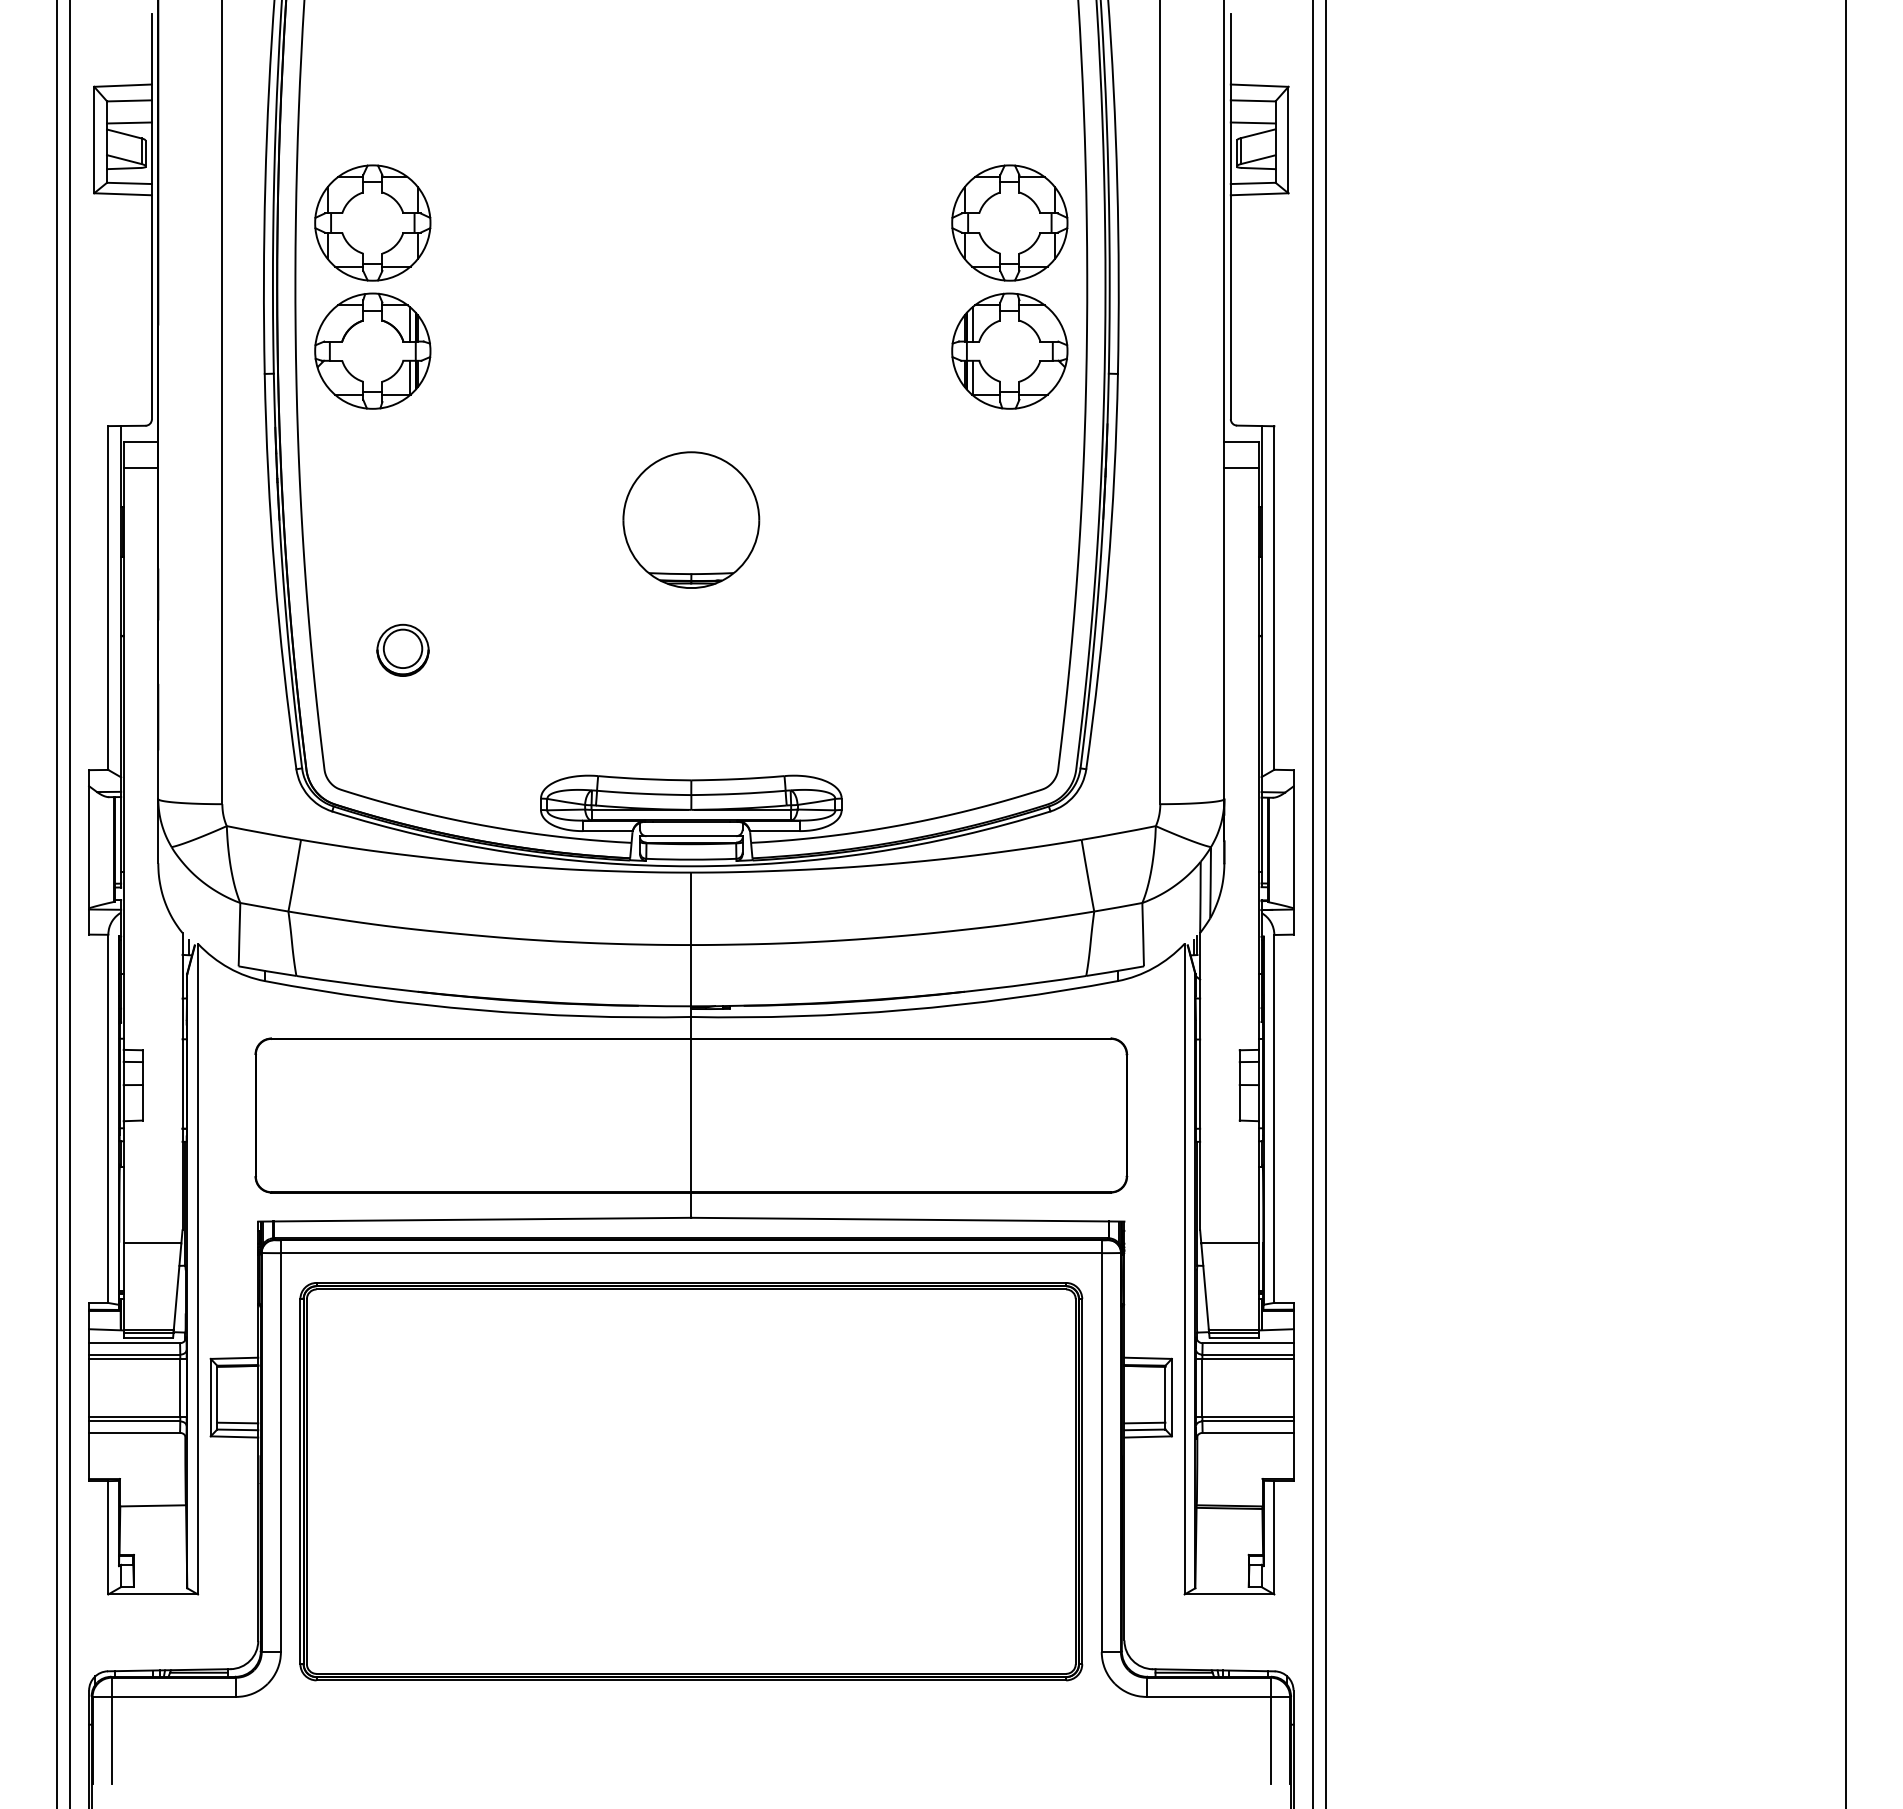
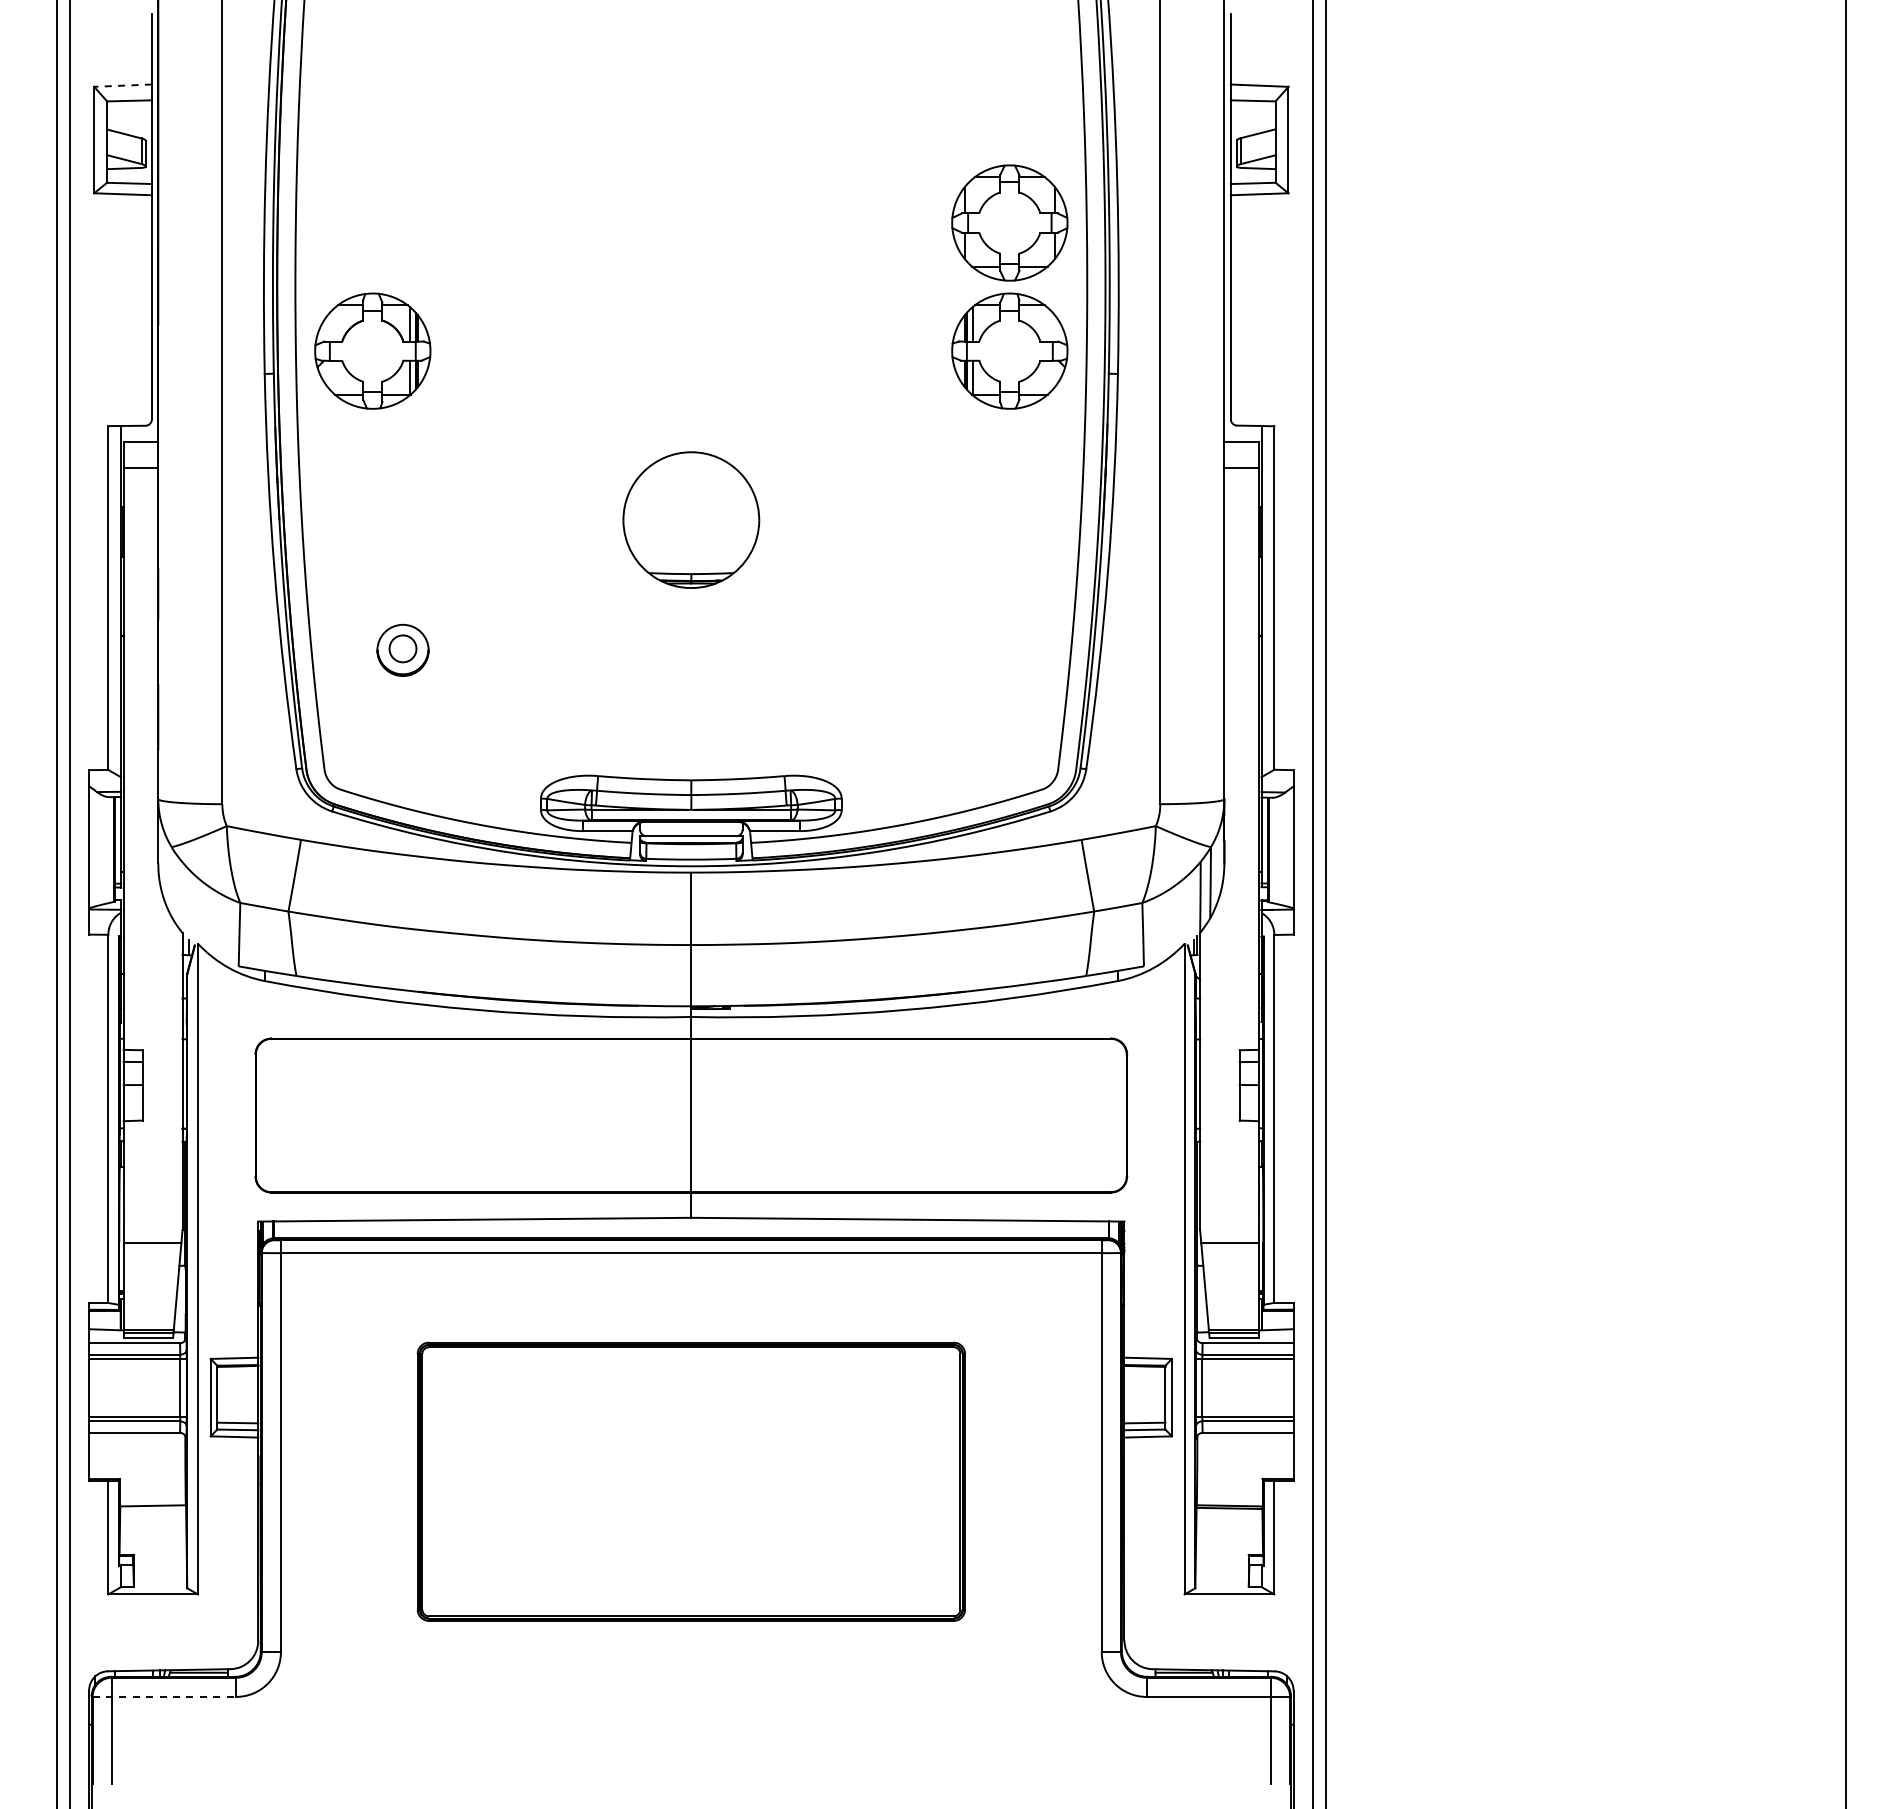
line at (123, 85): solid -> dashed
line at (129, 122): present -> none
line at (1252, 122): present -> none
part at (372, 222): present -> none
circle at (402, 648) diameter: 38 px -> 27 px
part at (691, 1481) size: 785x400 px -> 550x281 px
line at (164, 1696): solid -> dashed
